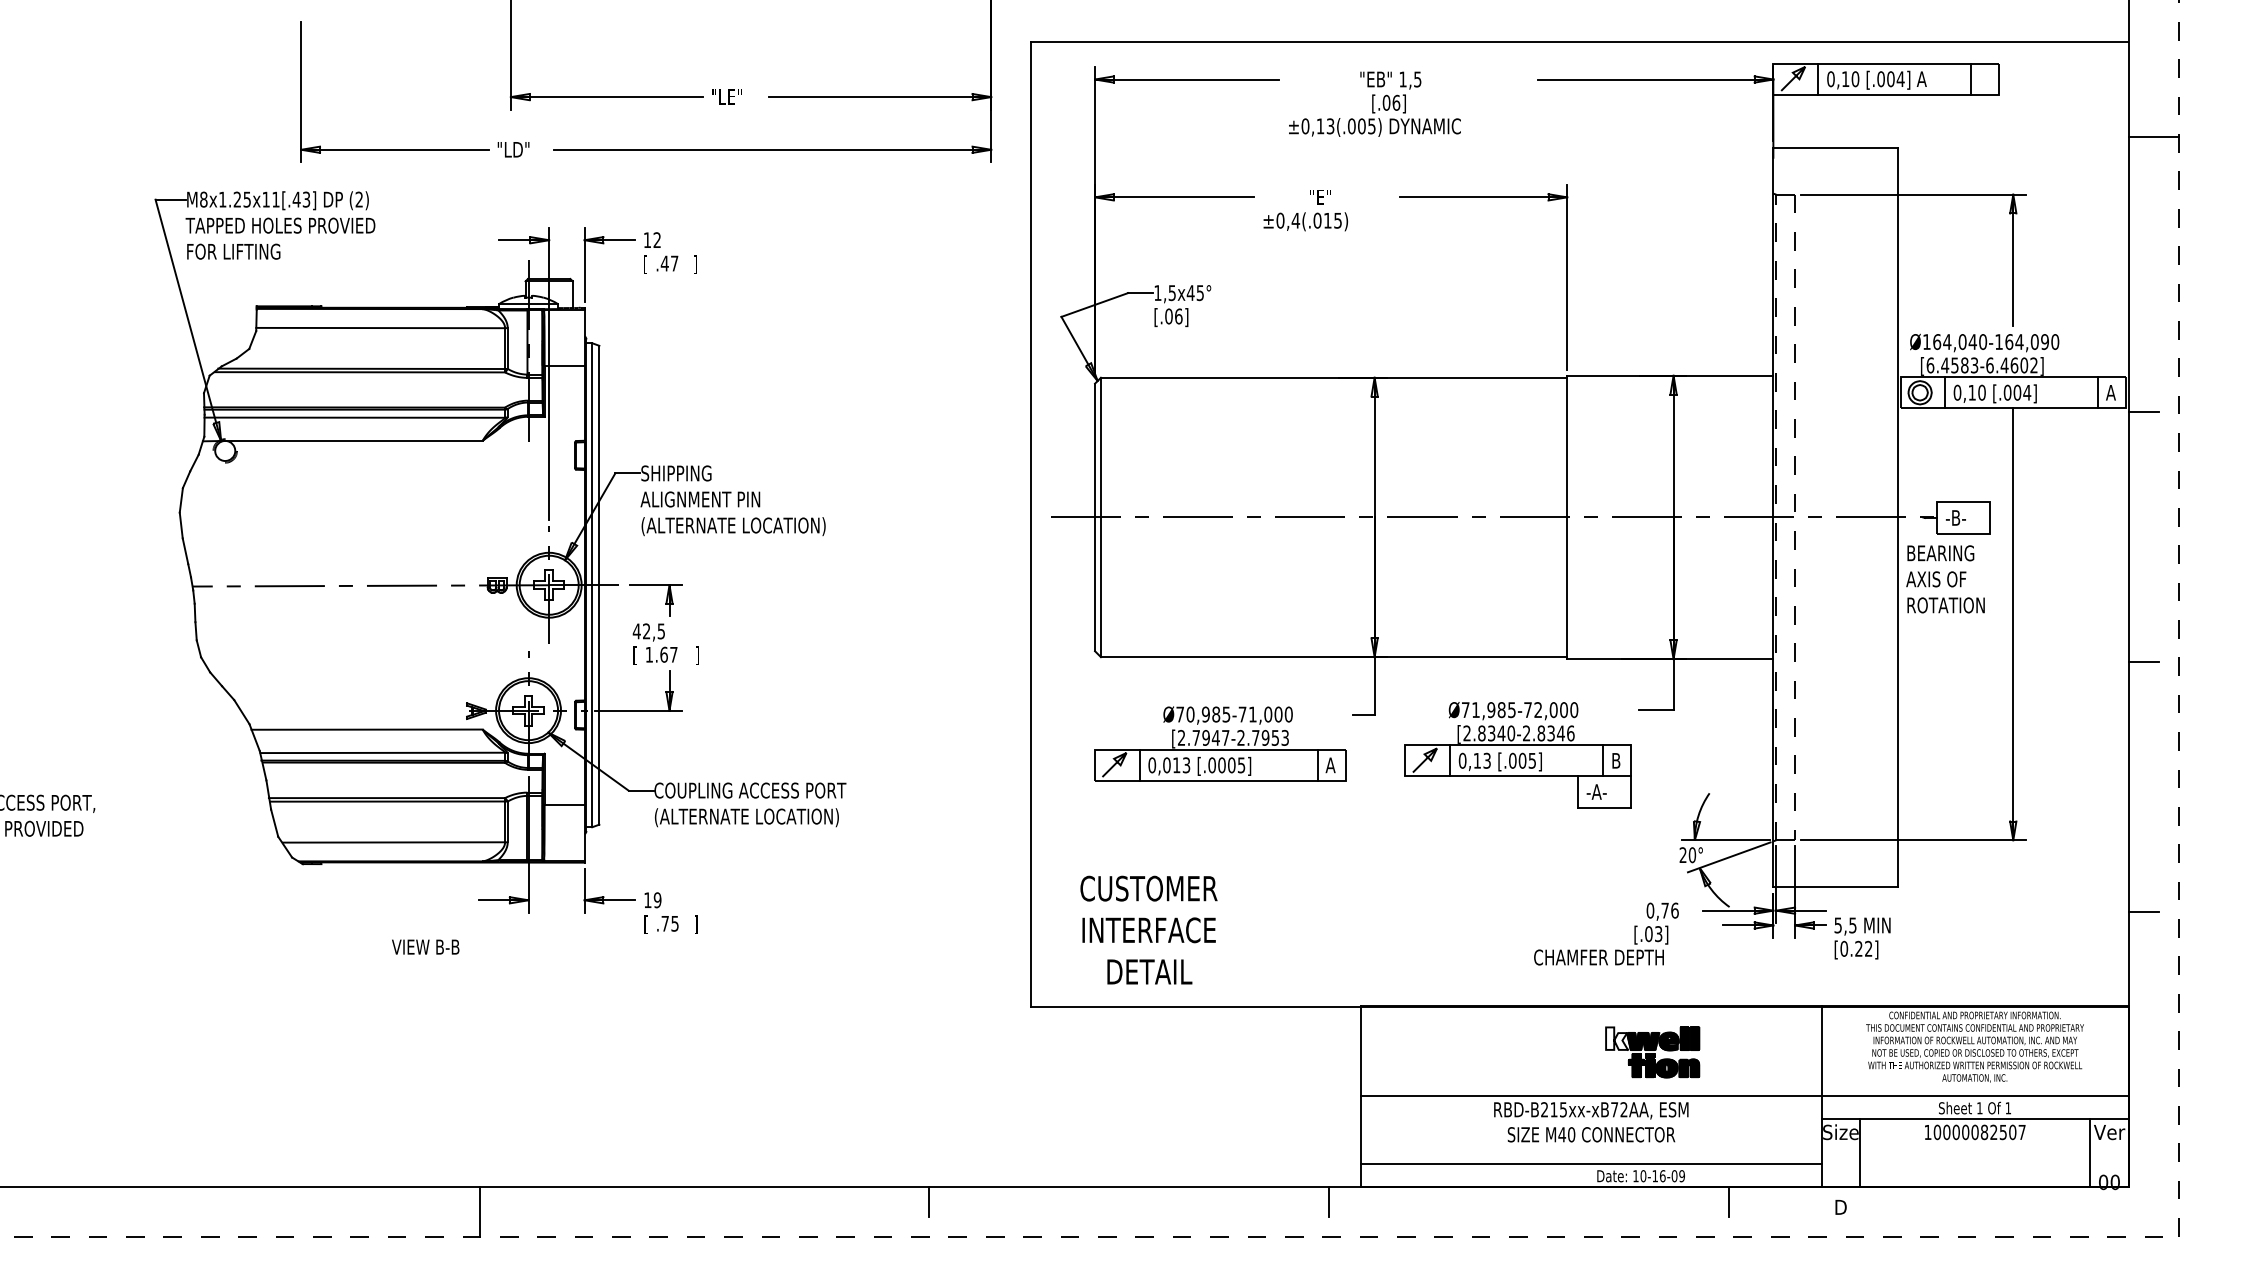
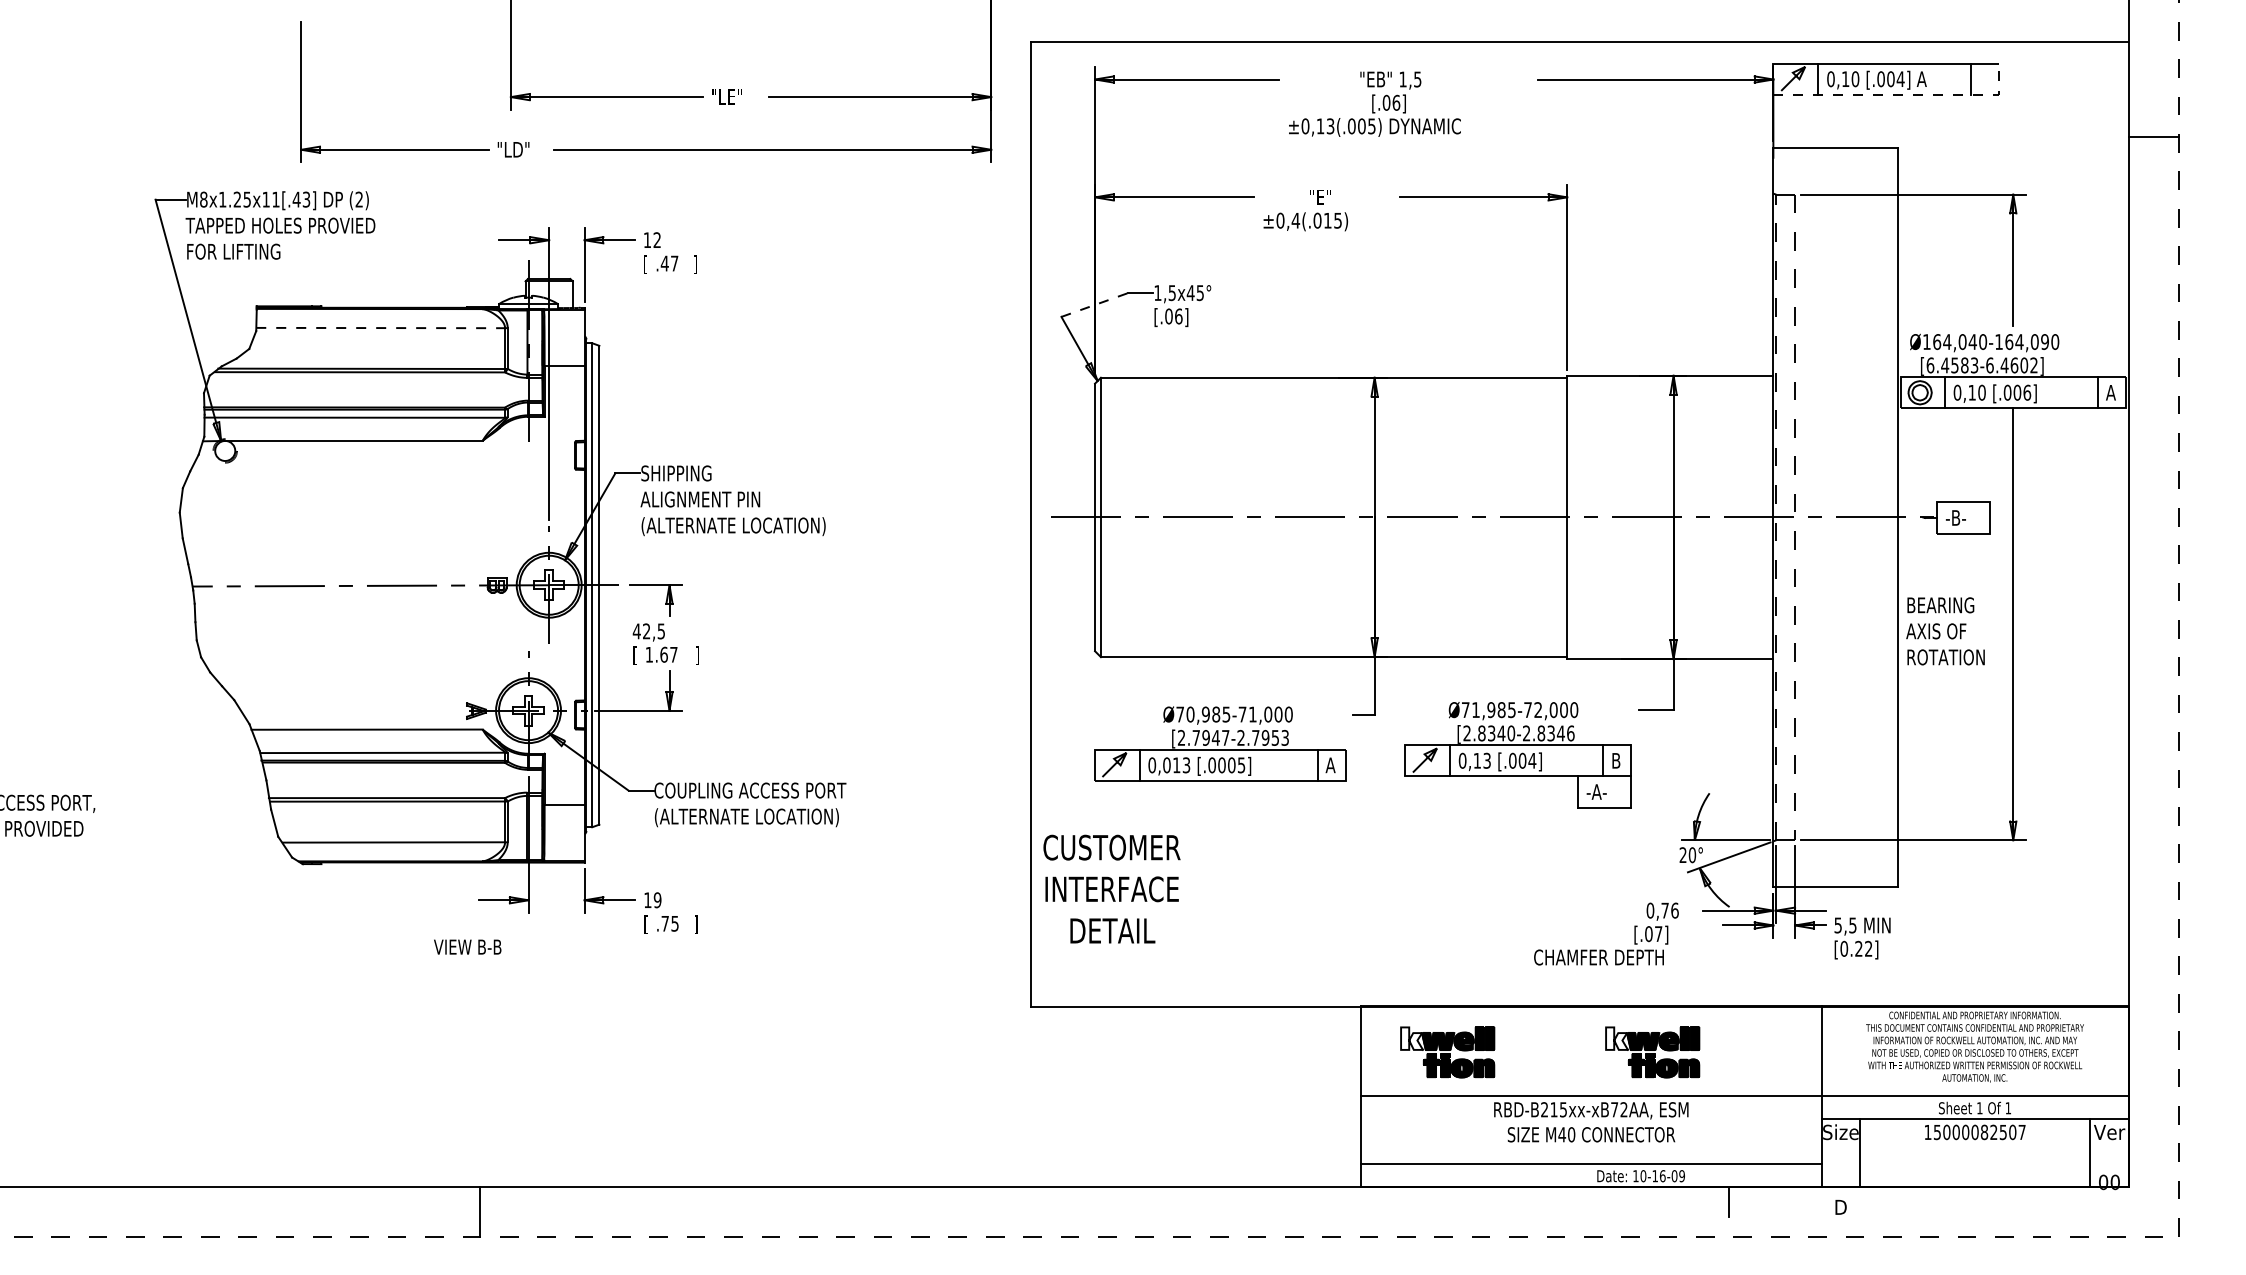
line at (1902, 94): solid -> dashed
line at (1095, 304): solid -> dashed
line at (381, 328): solid -> dashed
text at (2027, 392): [.004] -> [.006]
line at (2143, 412): present -> none
text at (1945, 579) position: (1945, 579) -> (1945, 631)
line at (2143, 662): present -> none
text at (1532, 760): [.005] -> [.004]
line at (2143, 911): present -> none
text at (1148, 929) position: (1148, 929) -> (1111, 888)
text at (1658, 934): [.03] -> [.07]
text at (425, 946) position: (425, 946) -> (467, 946)
part at (1447, 1052): none -> present
text at (1937, 1132): 10000082507 -> 15000082507
line at (929, 1201): present -> none
line at (1329, 1201): present -> none
